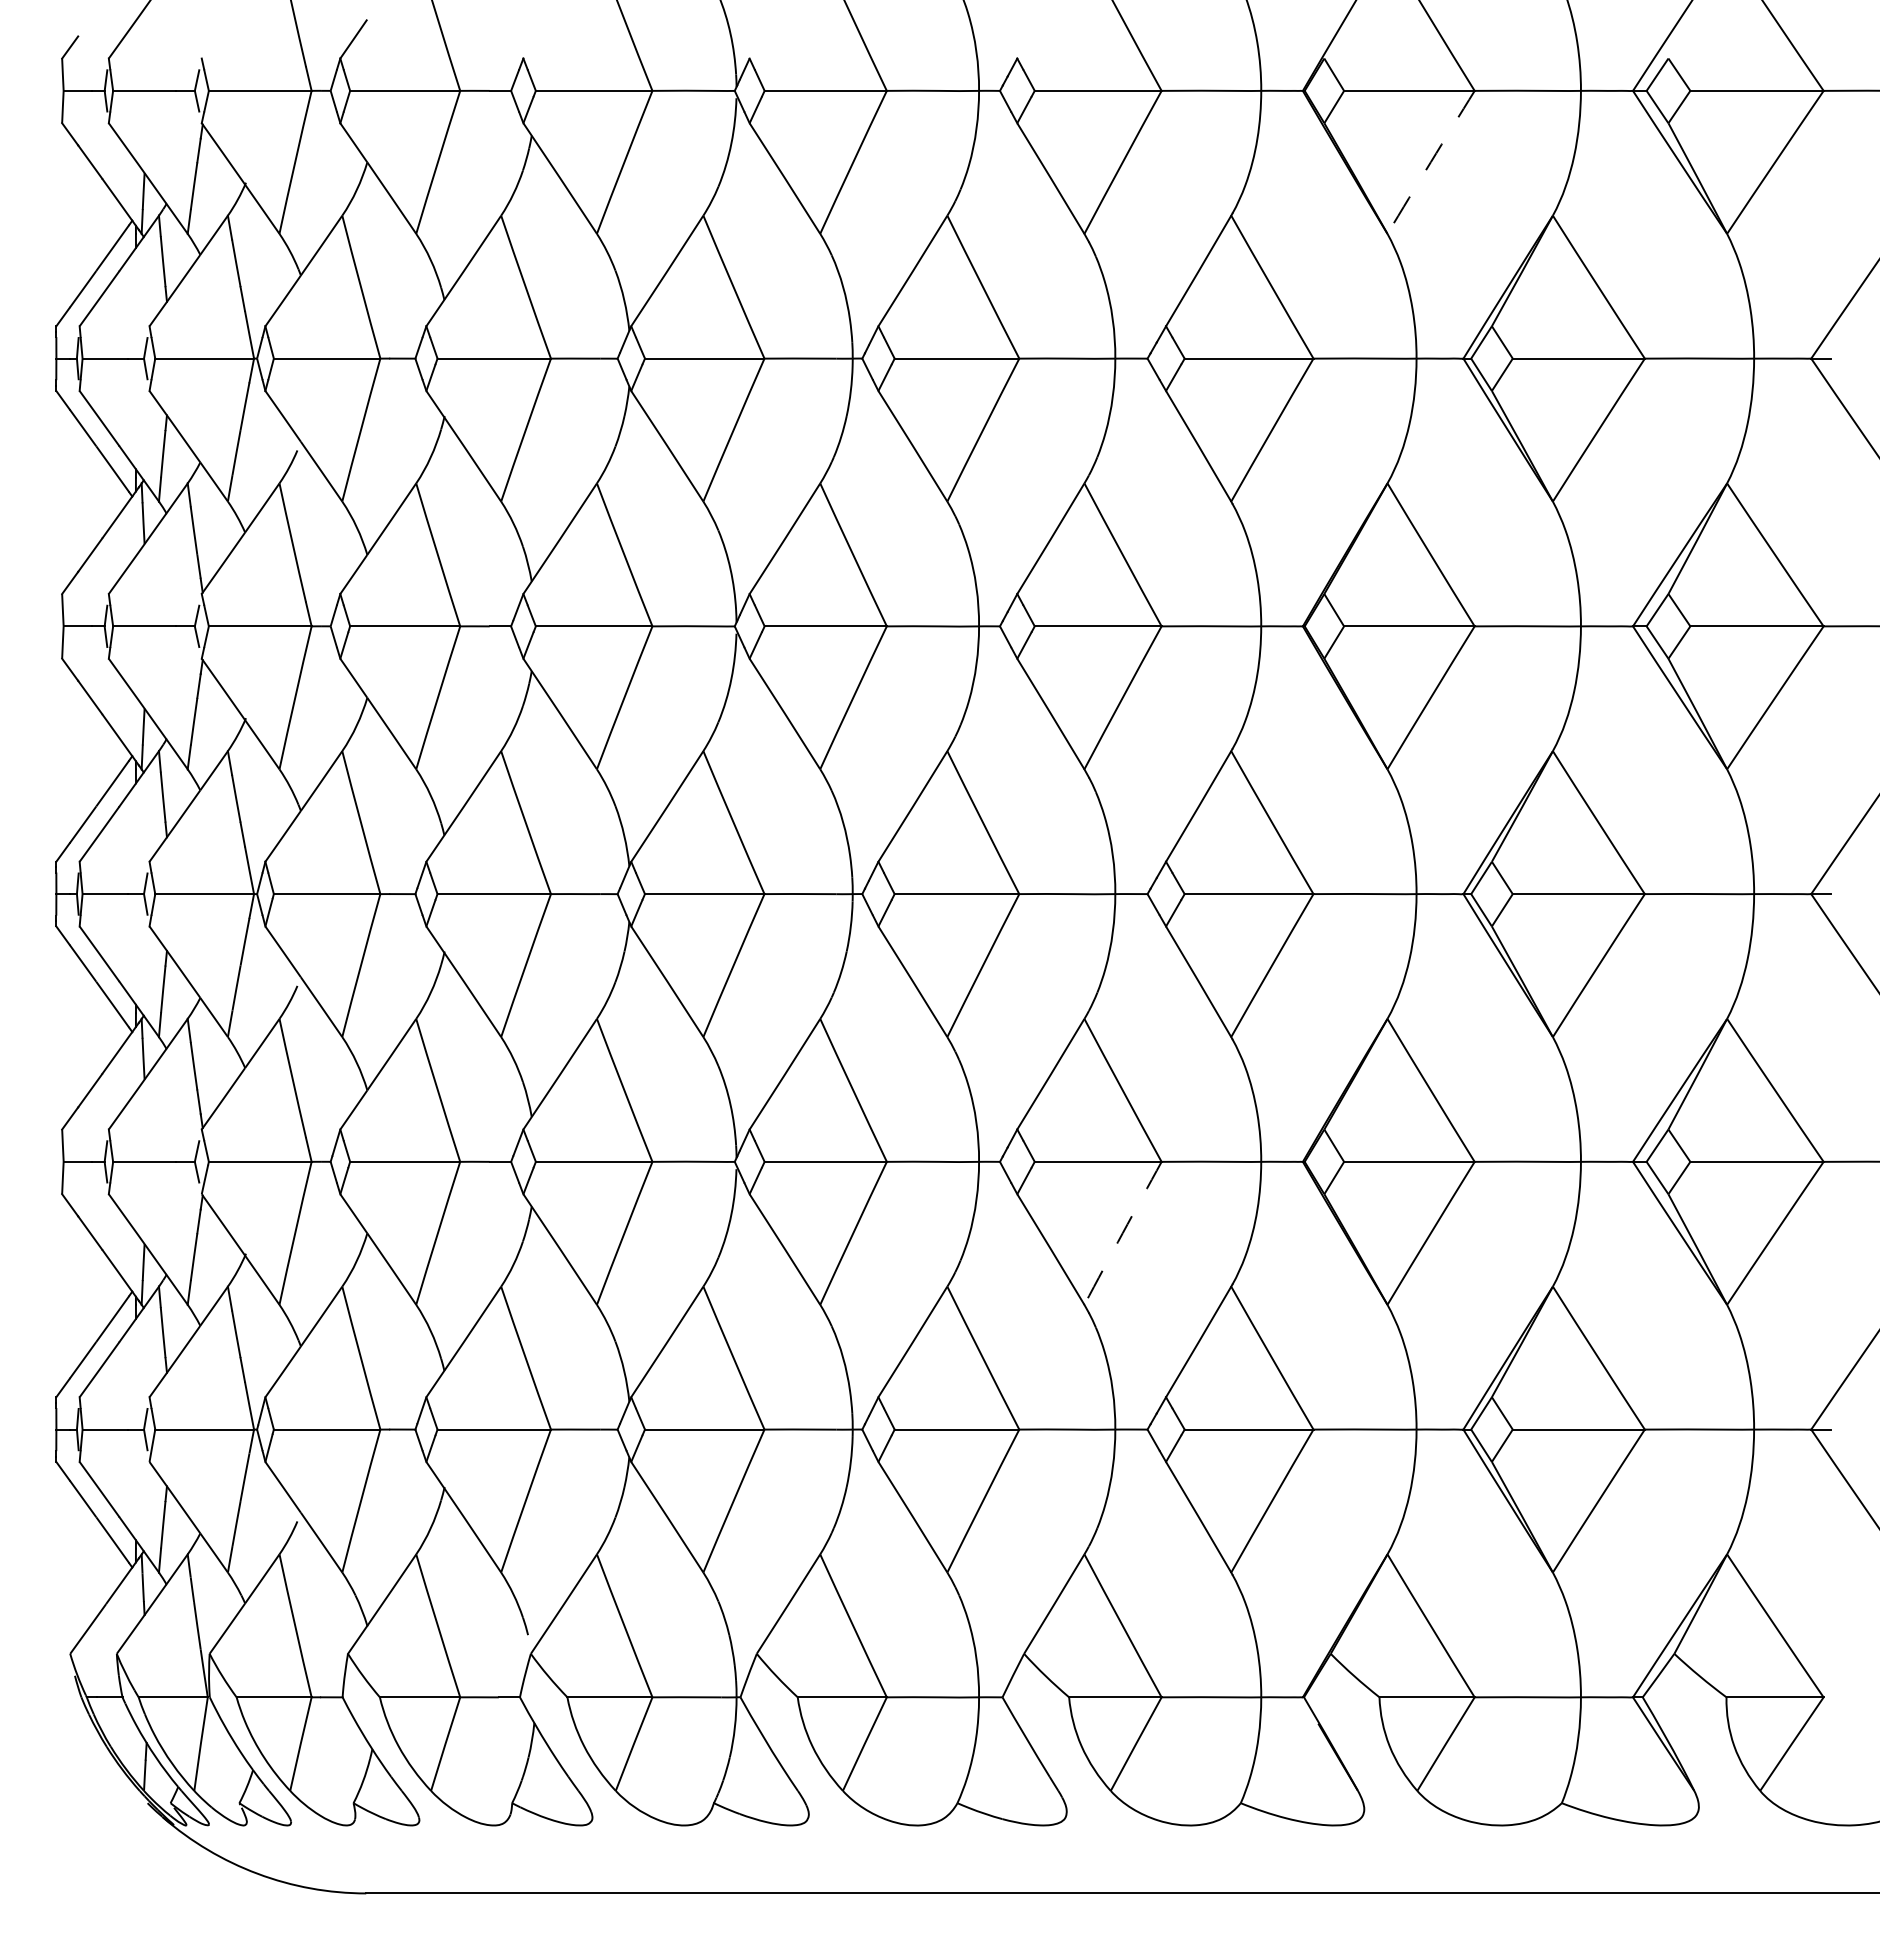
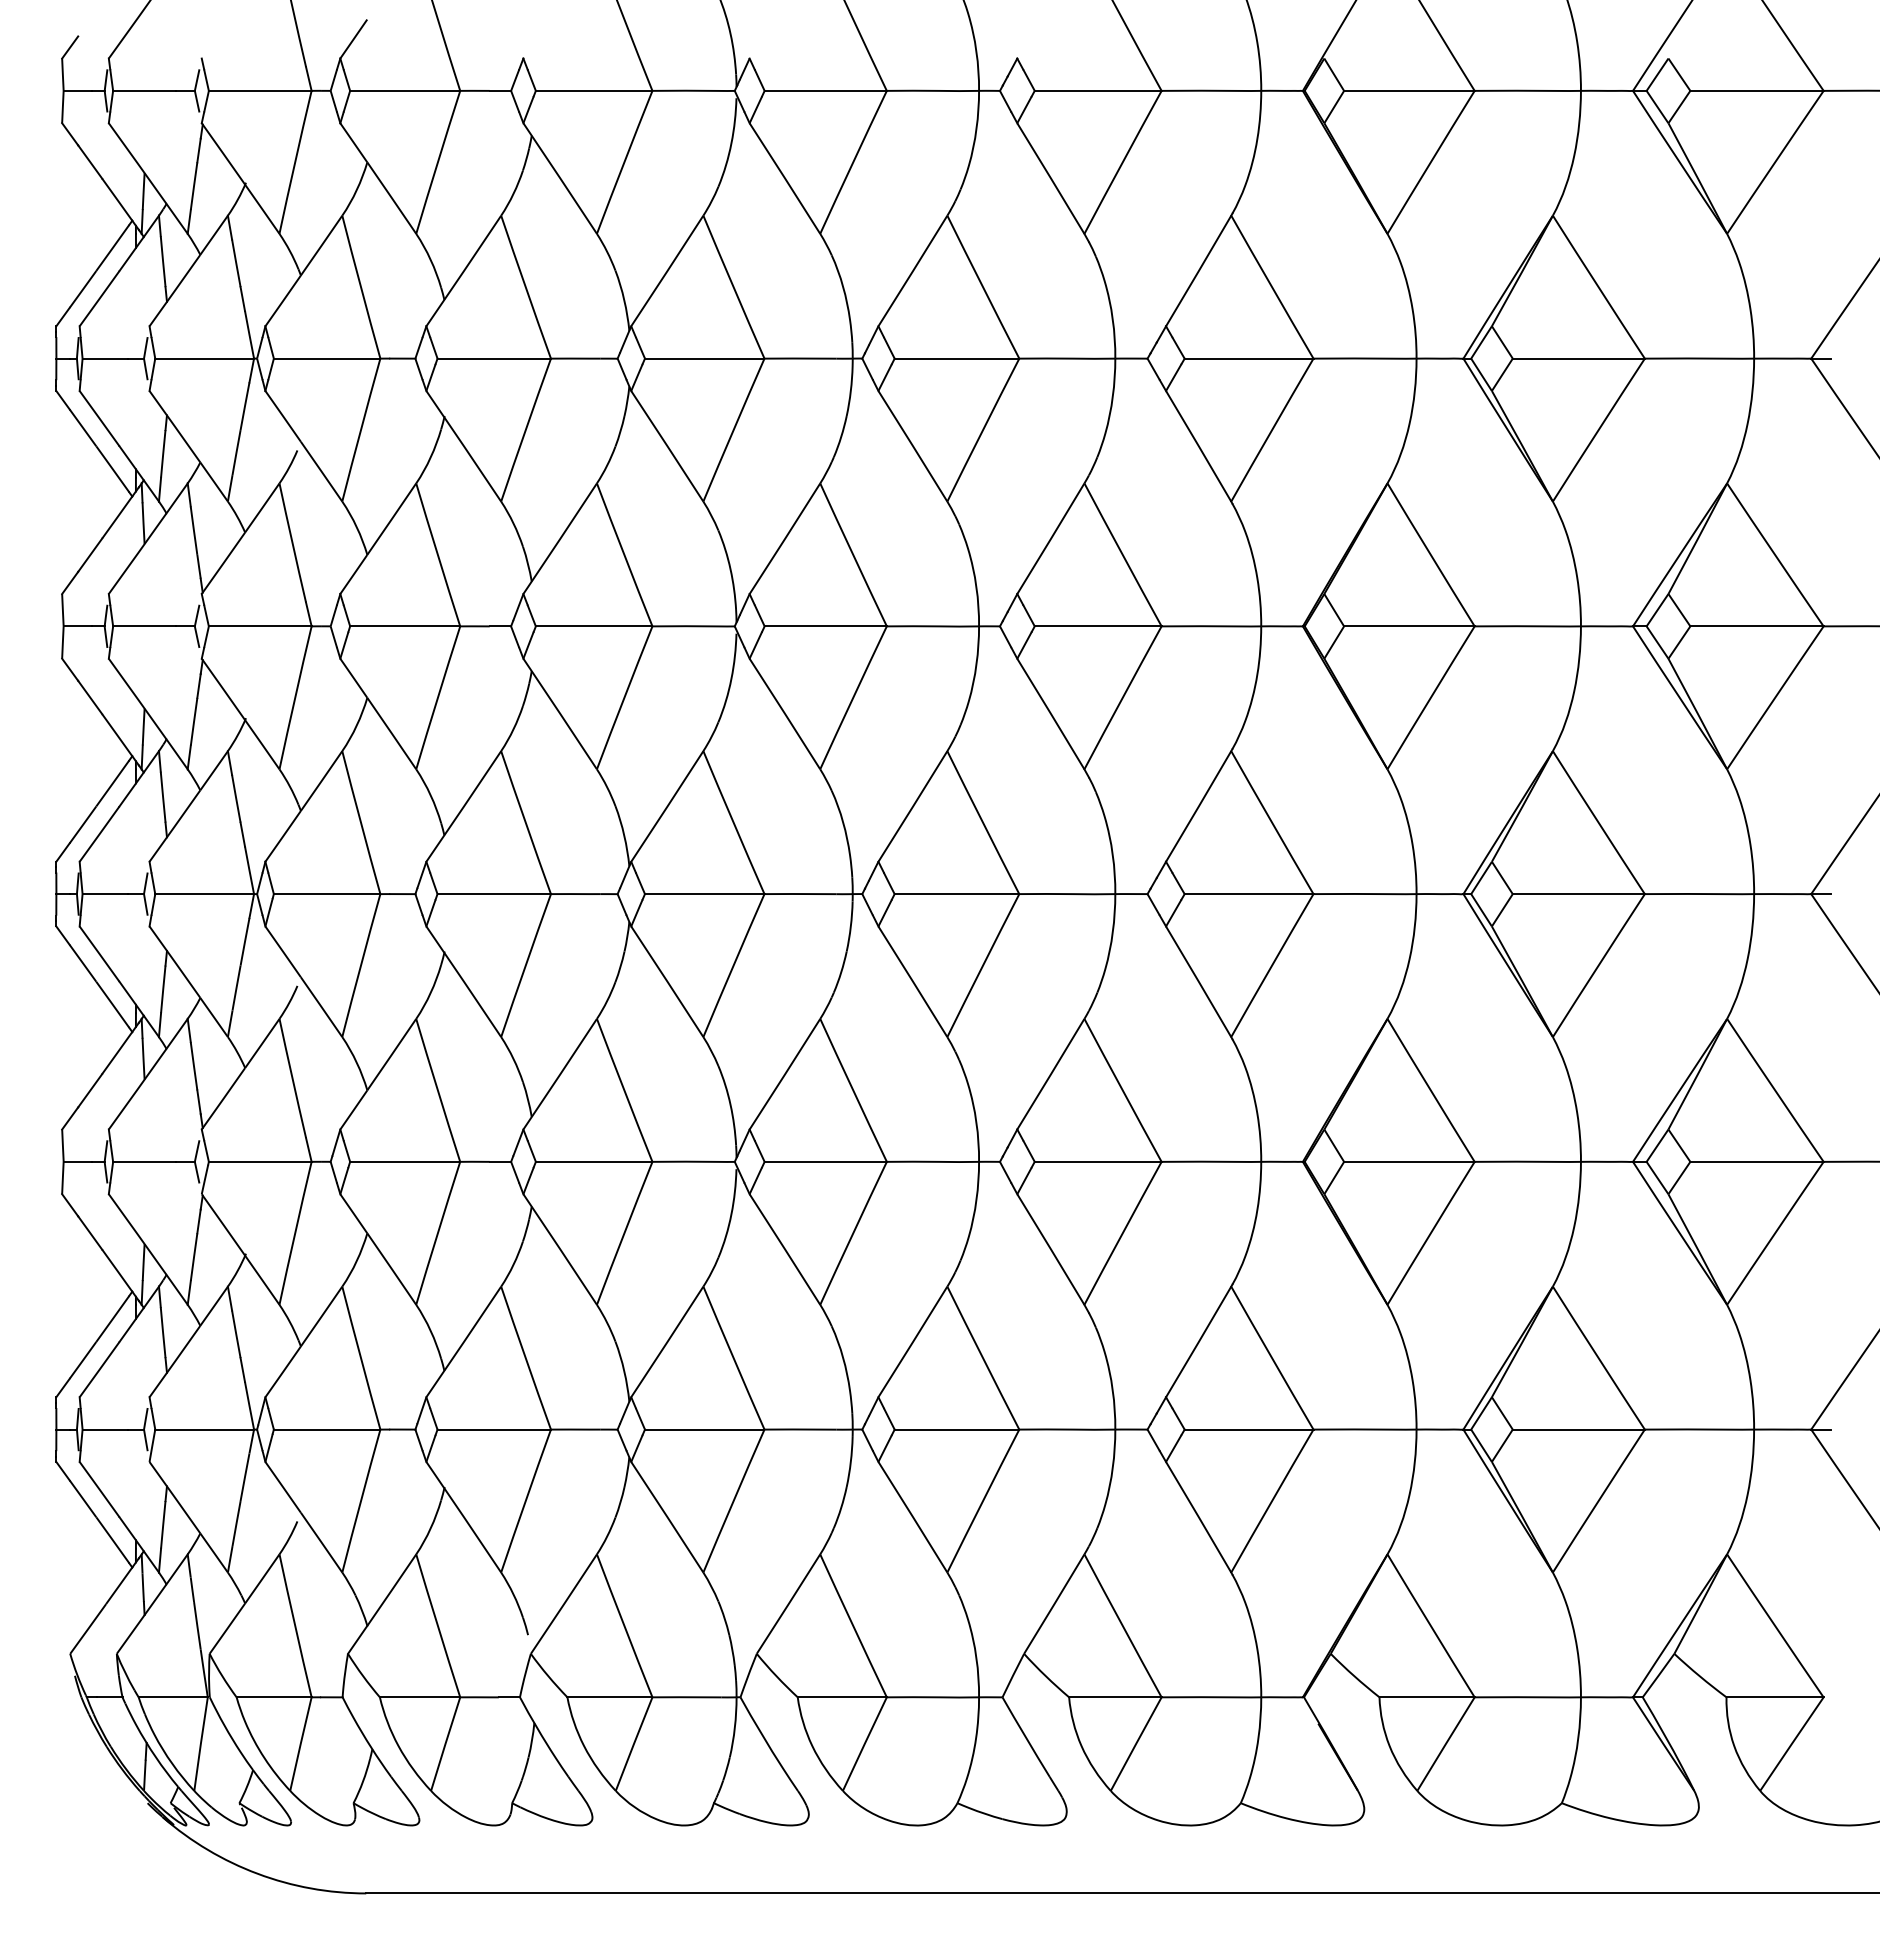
arc at (1430, 162): dashed -> solid
arc at (1122, 1233): dashed -> solid
